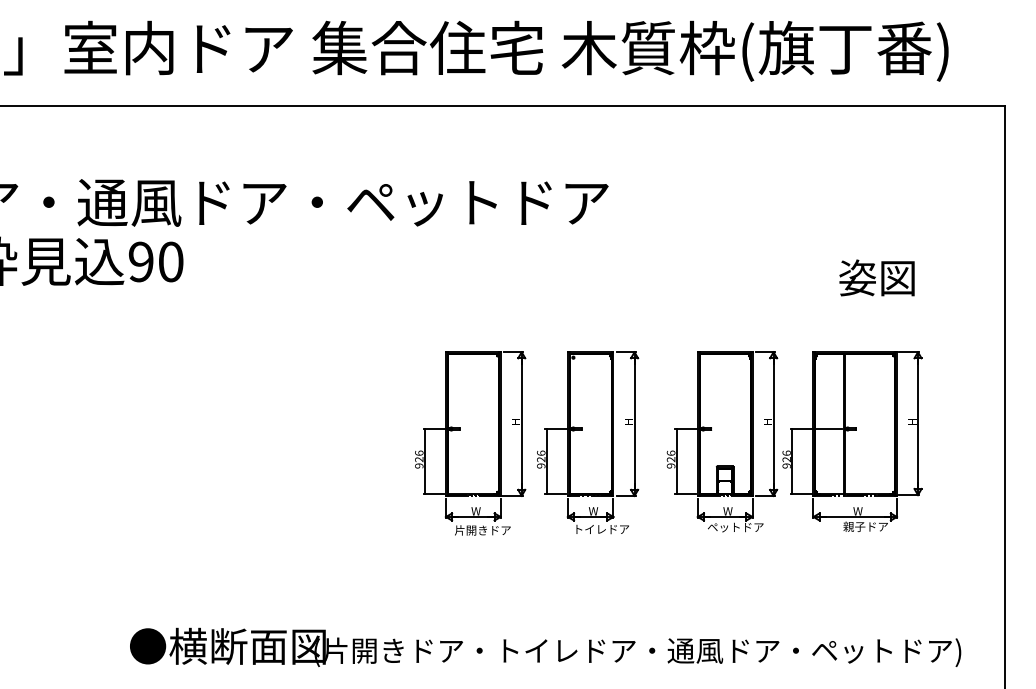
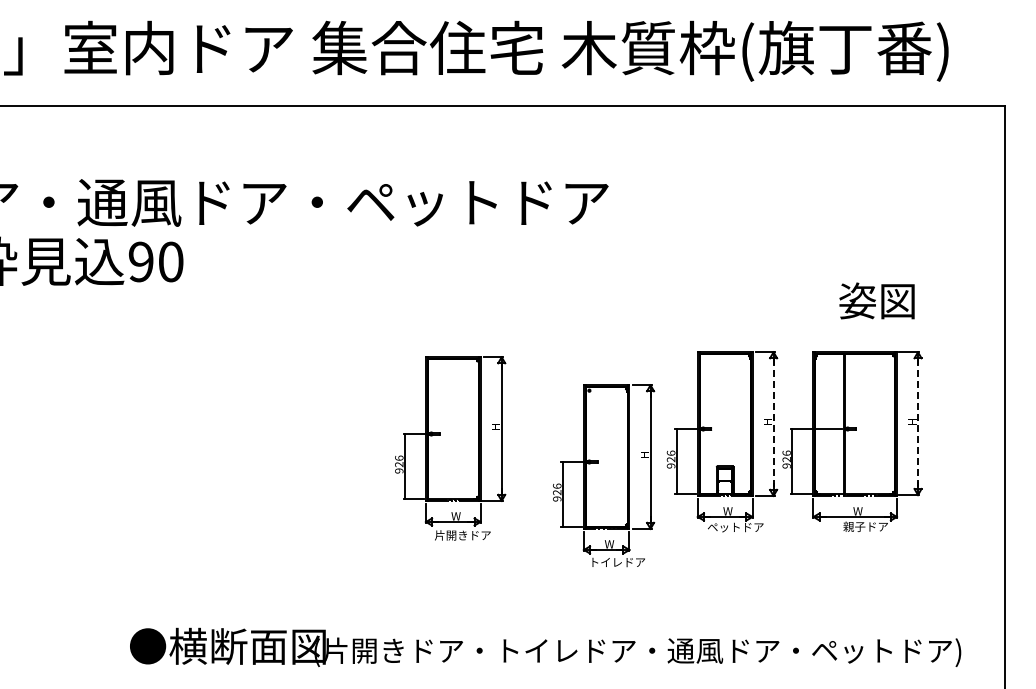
text at (876, 277) position: (876, 277) -> (876, 300)
line at (773, 424): solid -> dashed
line at (918, 424): solid -> dashed
part at (588, 442) position: (588, 442) -> (604, 475)
part at (470, 443) position: (470, 443) -> (450, 448)
